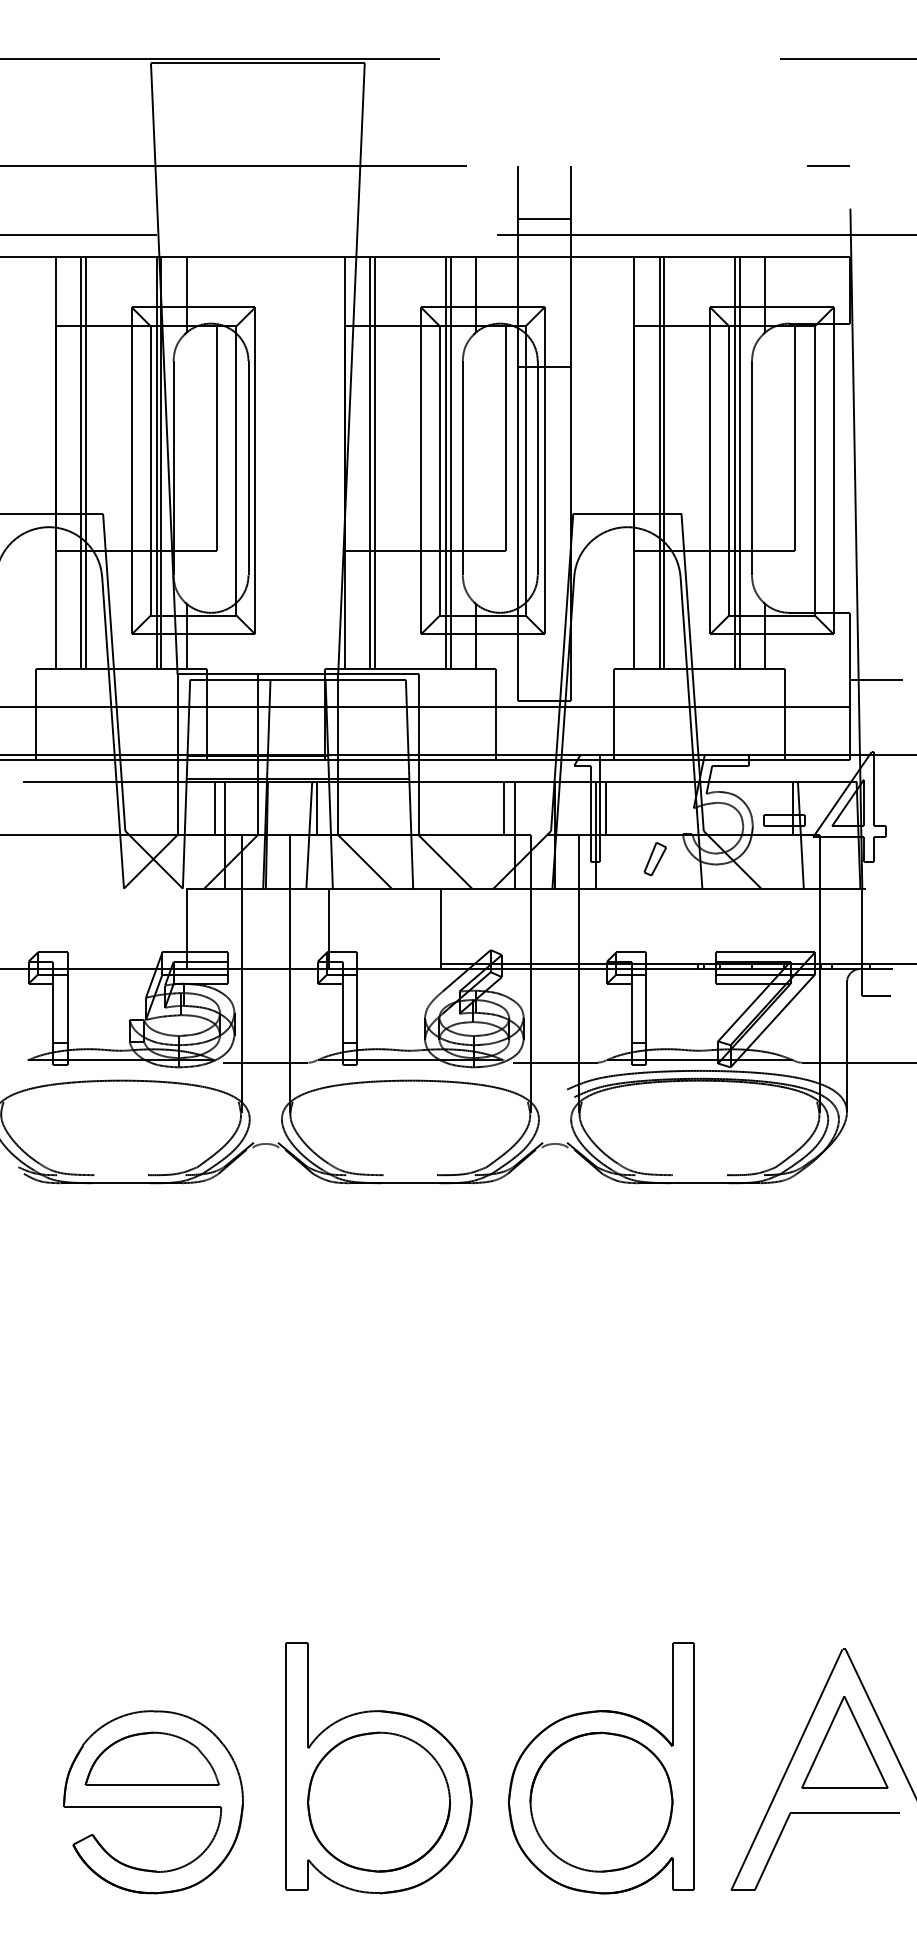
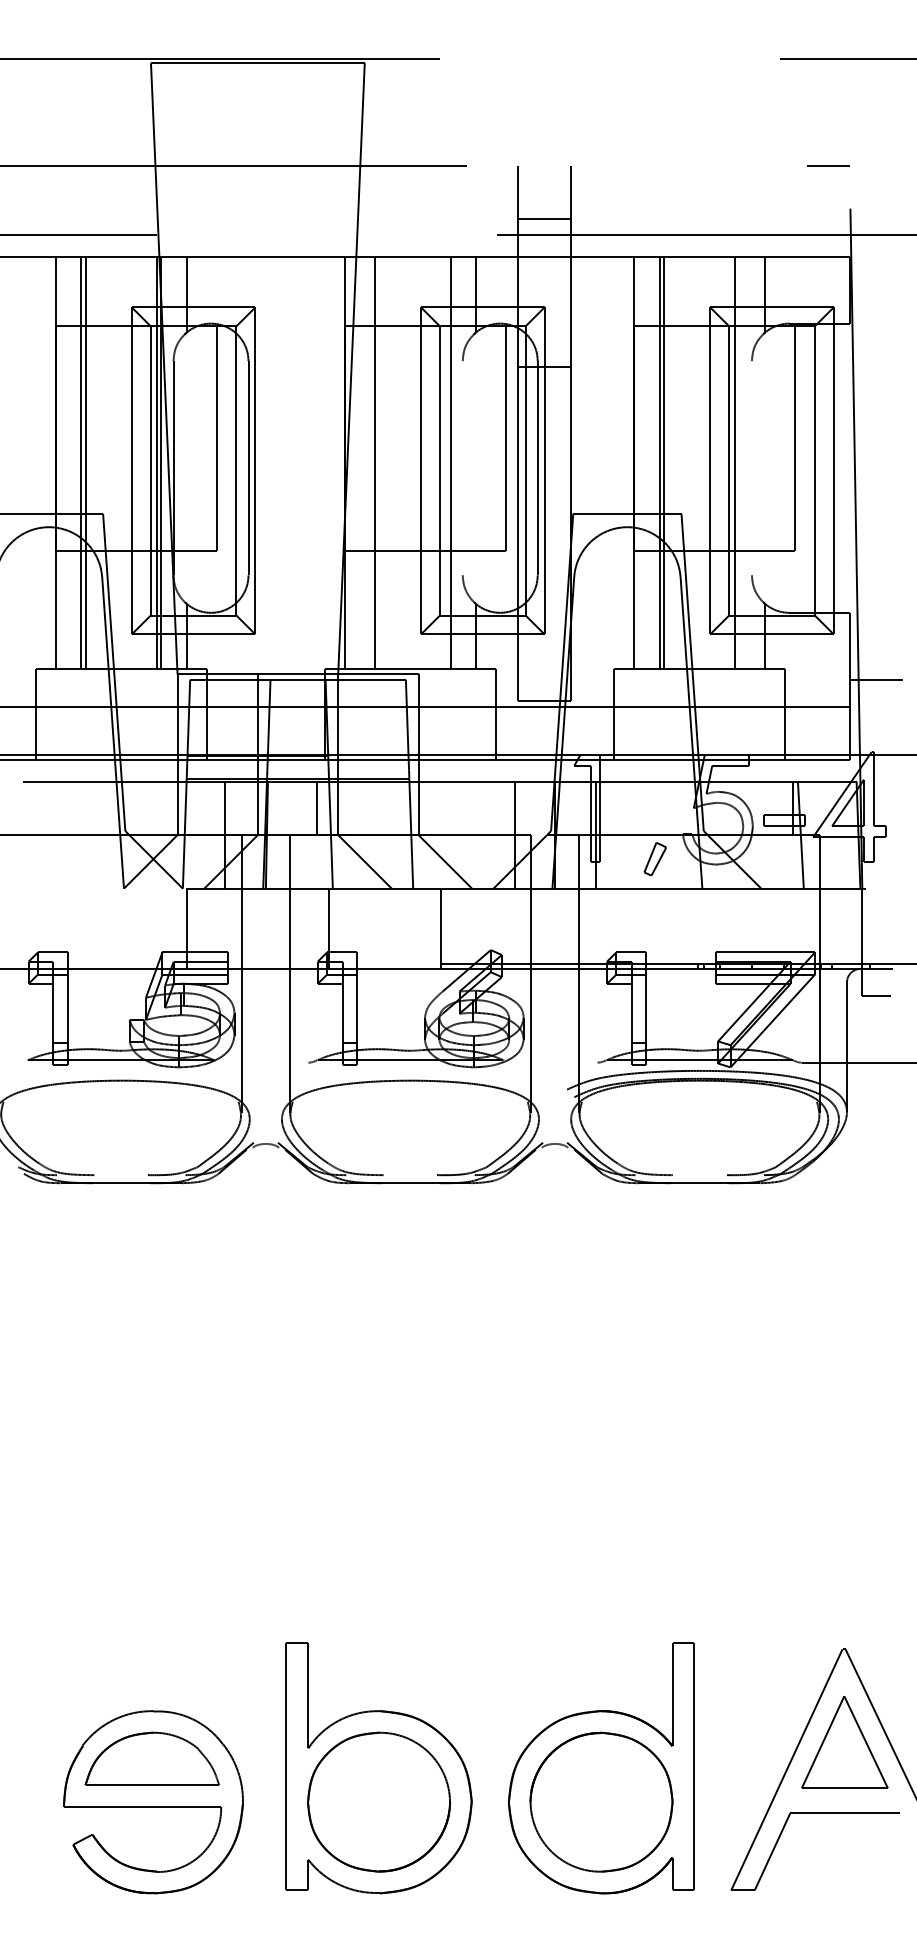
line at (370, 462): present -> none
line at (446, 462): present -> none
line at (739, 462): present -> none
line at (462, 468): present -> none
line at (751, 468): present -> none
line at (215, 808): present -> none
line at (504, 808): present -> none
line at (605, 808): present -> none
line at (309, 834): present -> none
line at (265, 1062): present -> none
line at (554, 1062): present -> none
